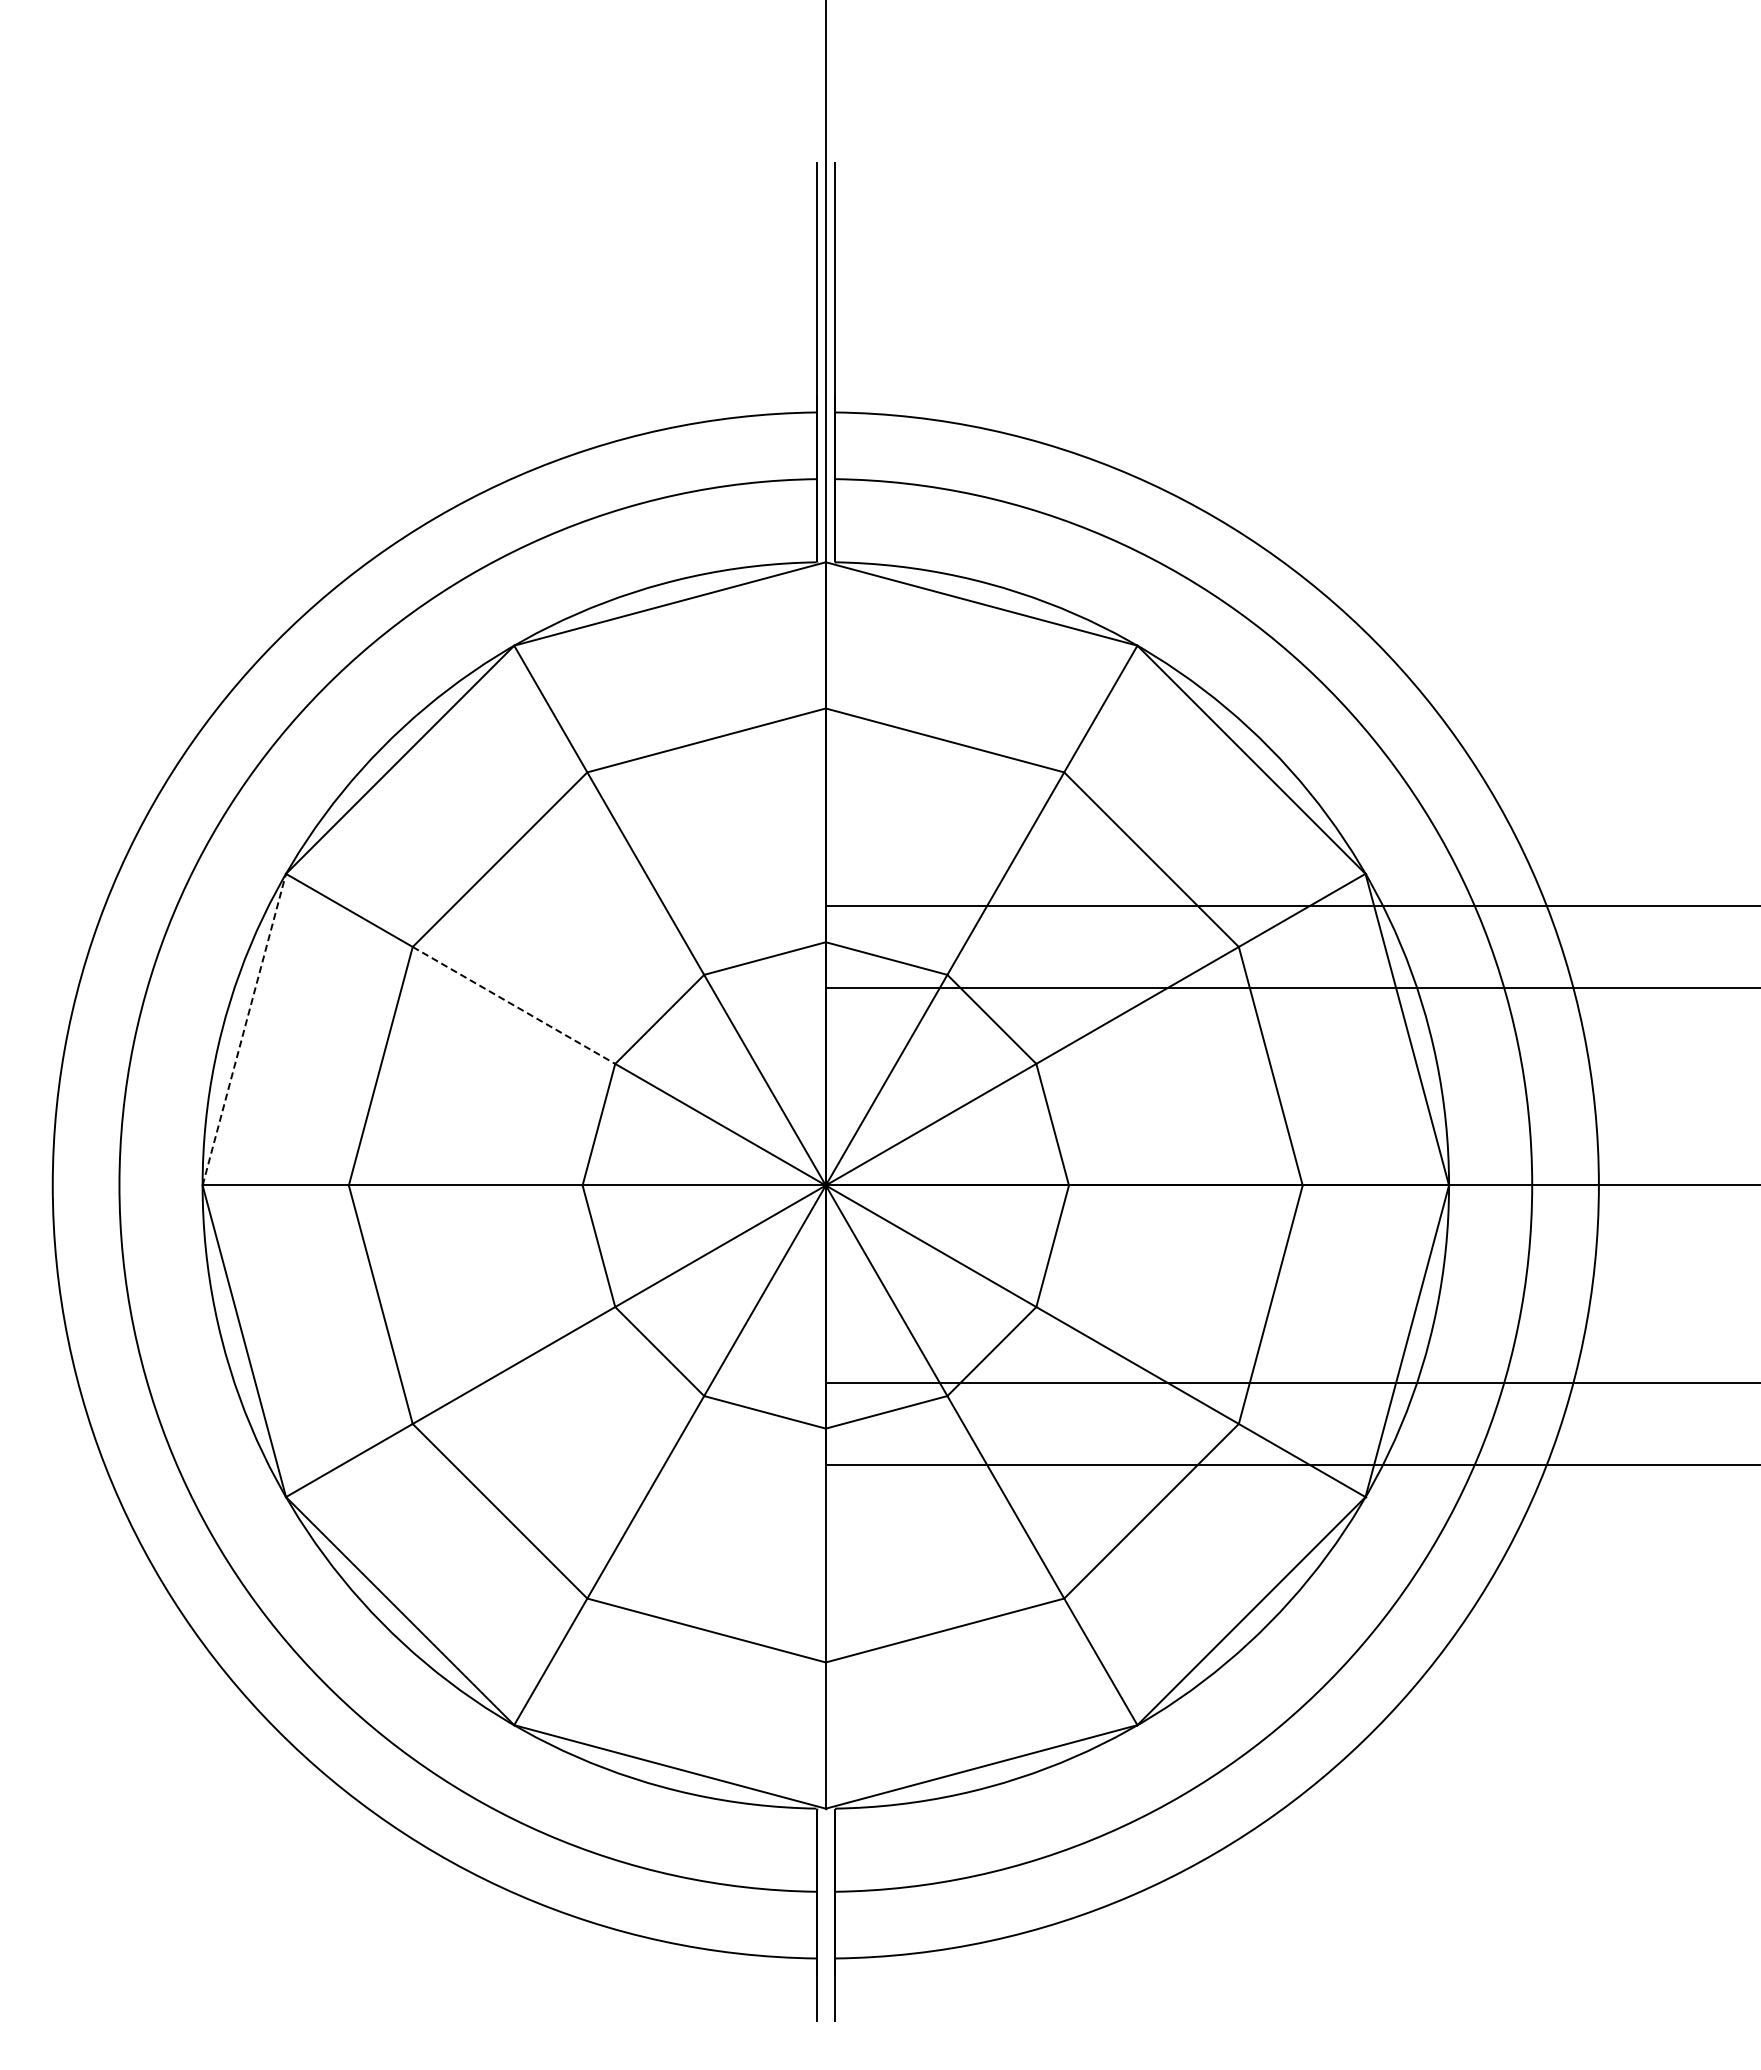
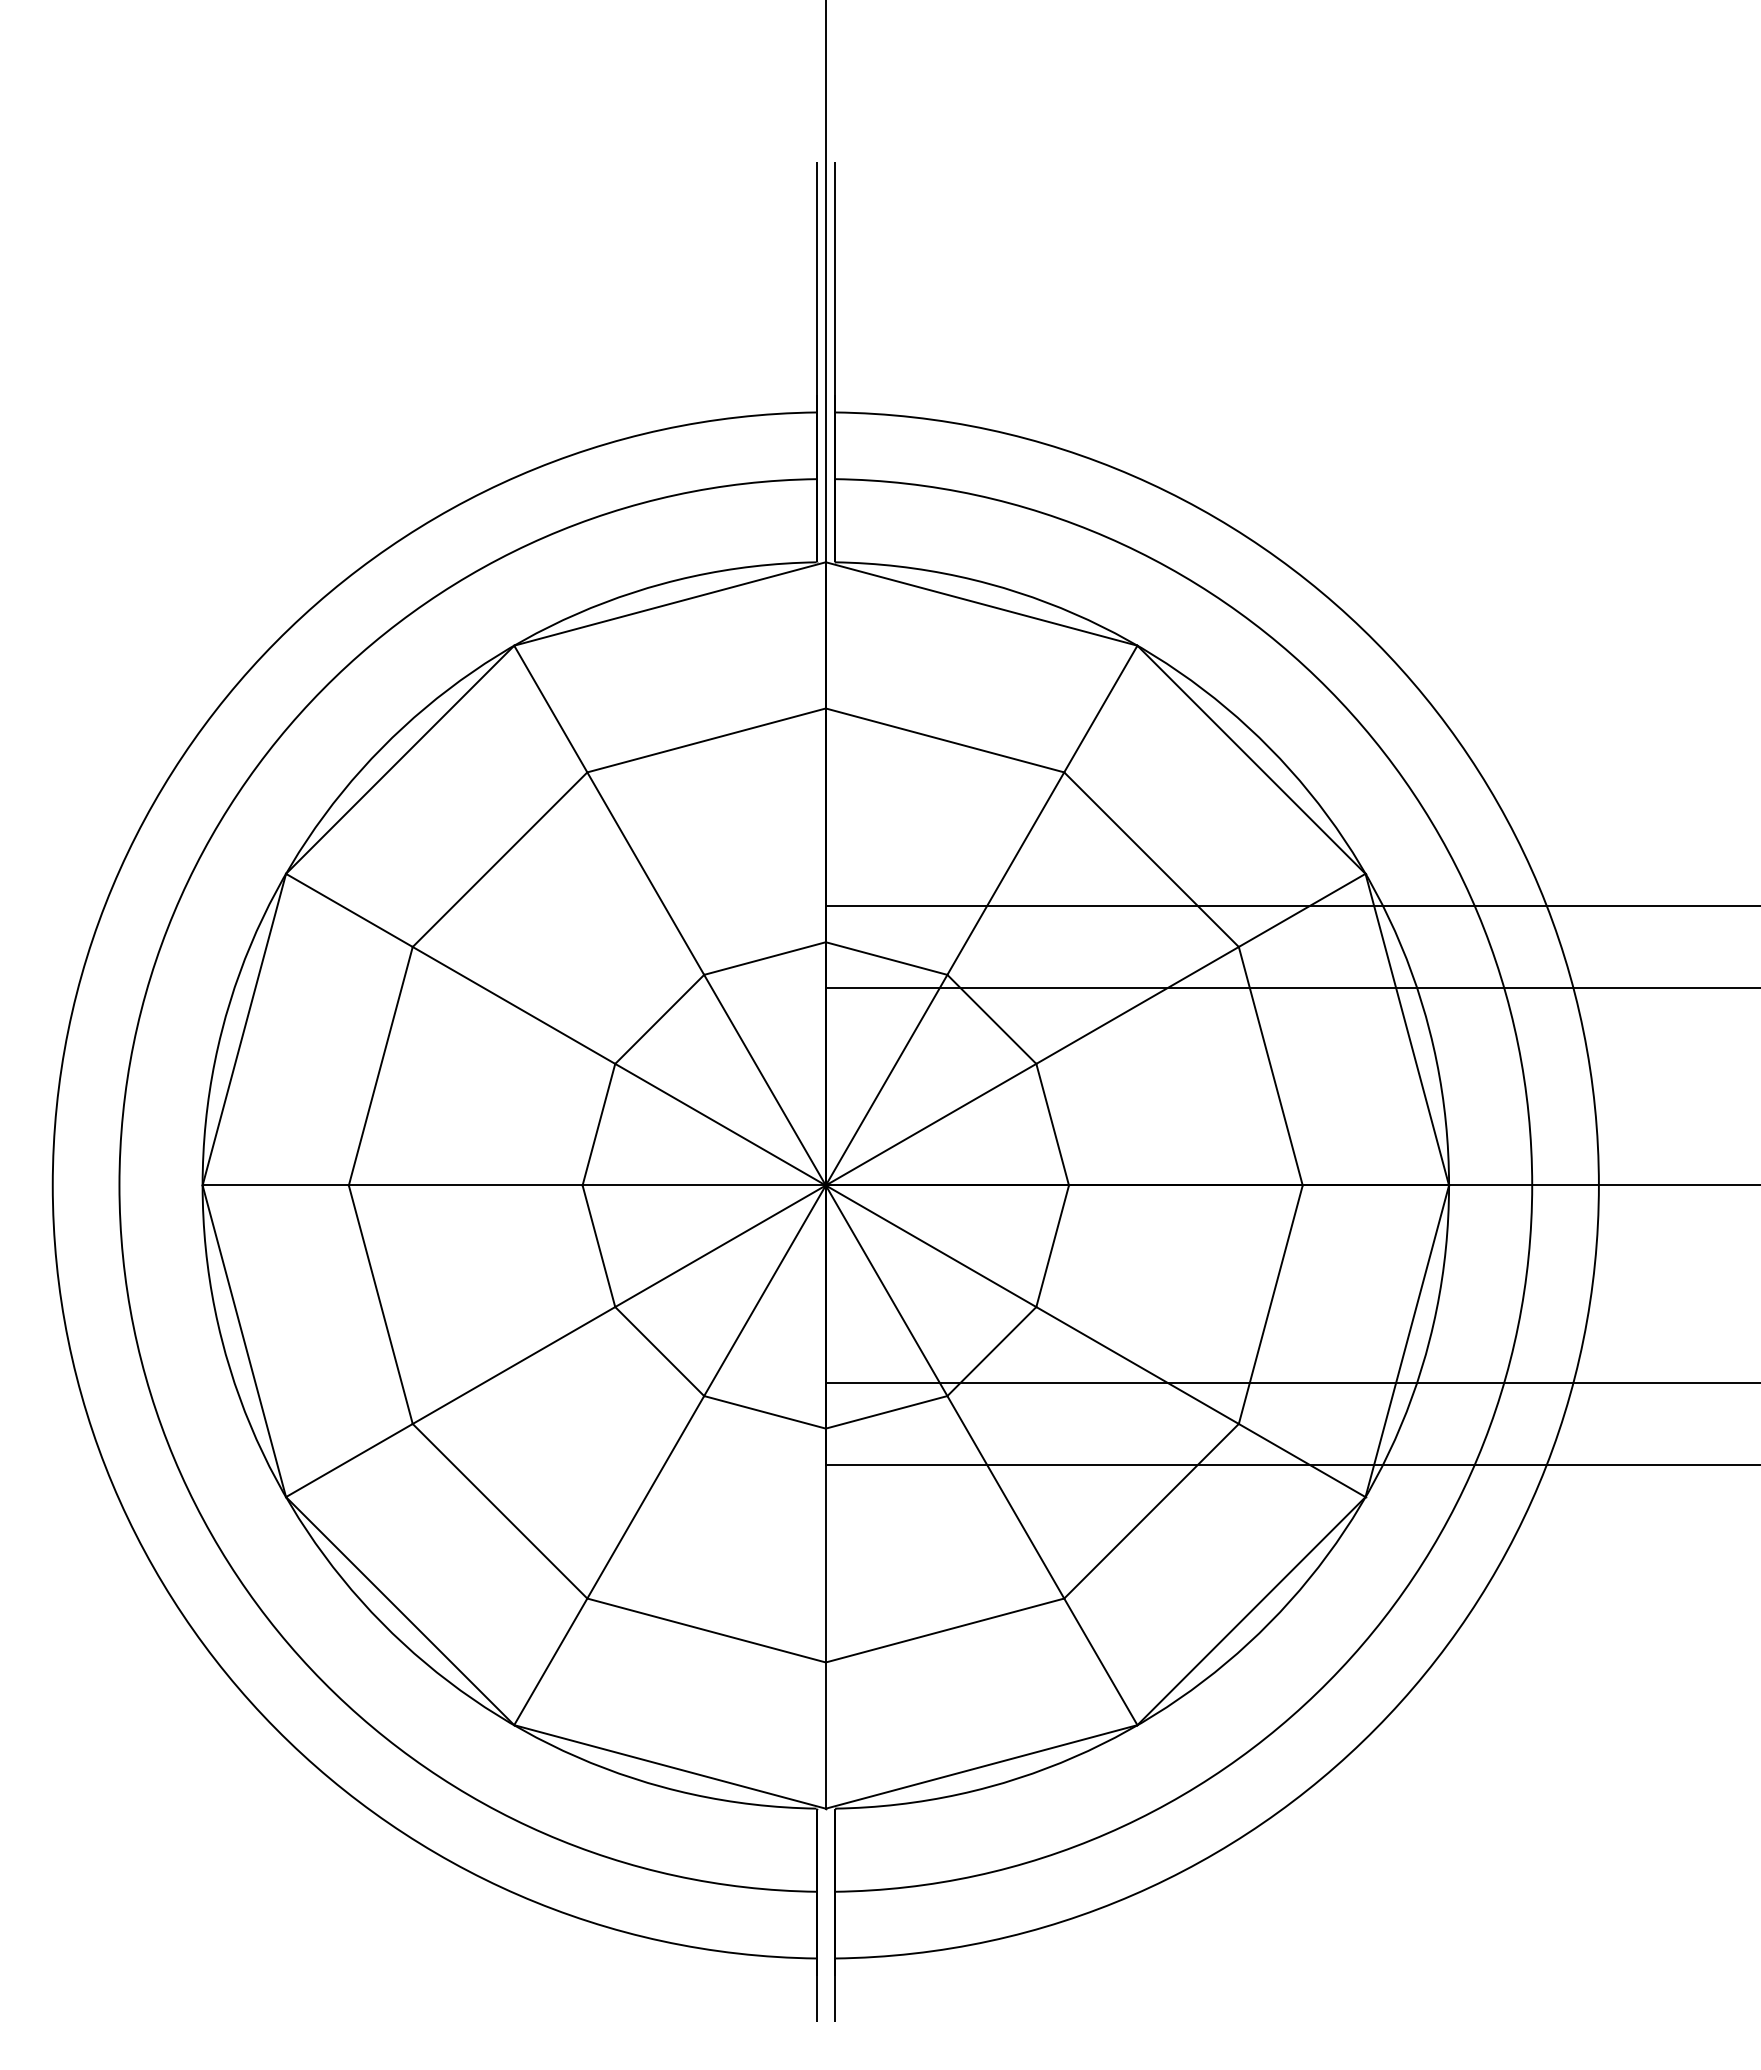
line at (514, 1005): dashed -> solid
line at (244, 1029): dashed -> solid
